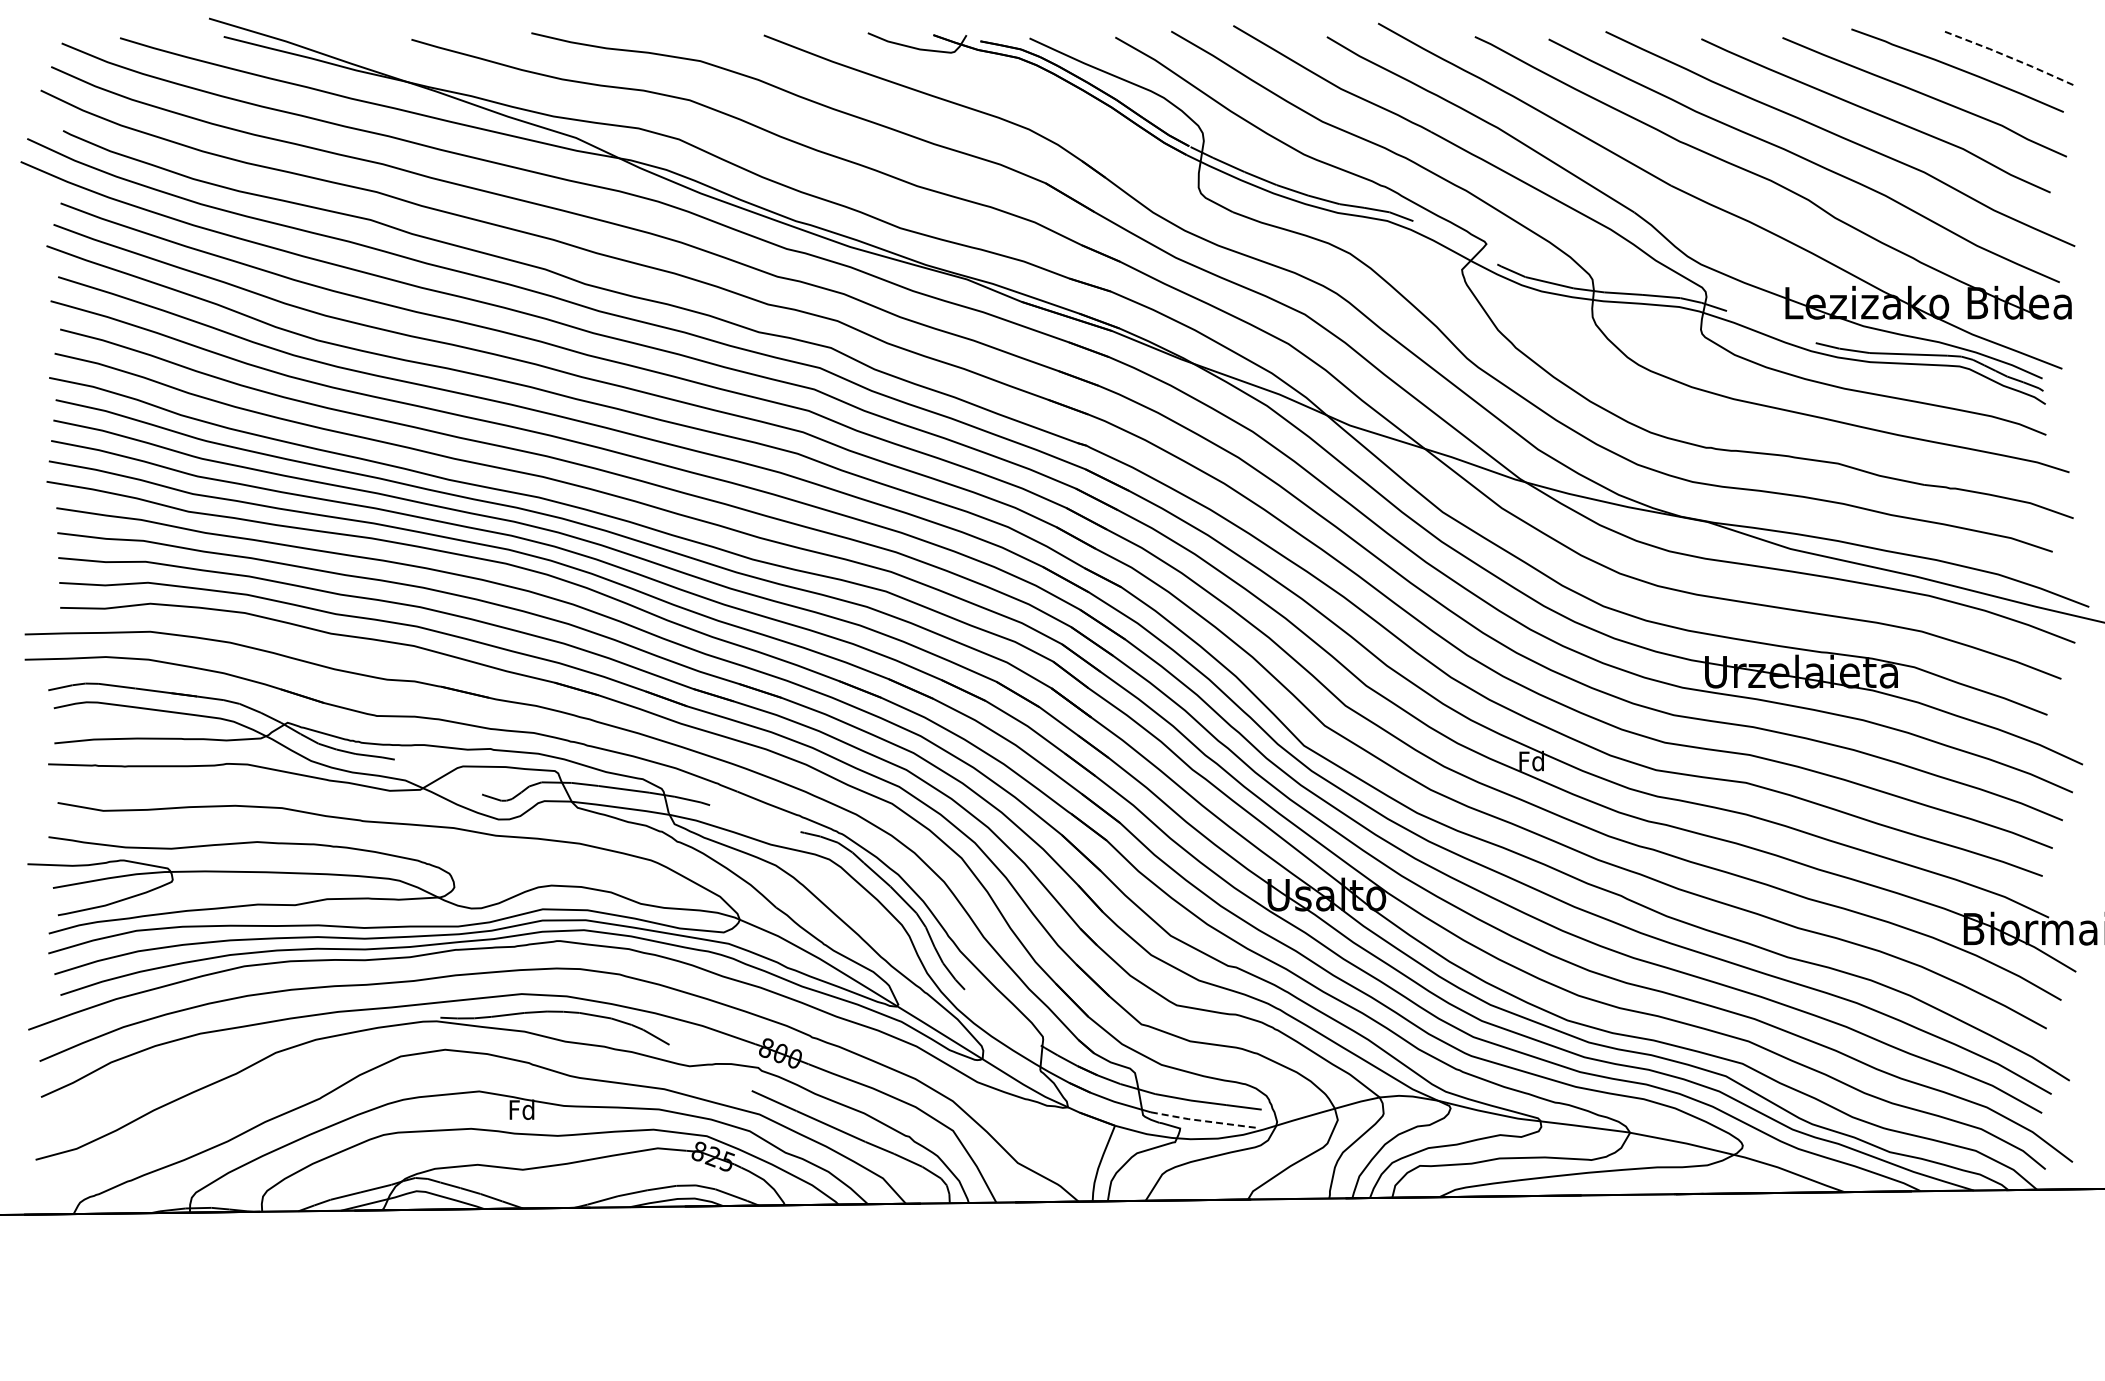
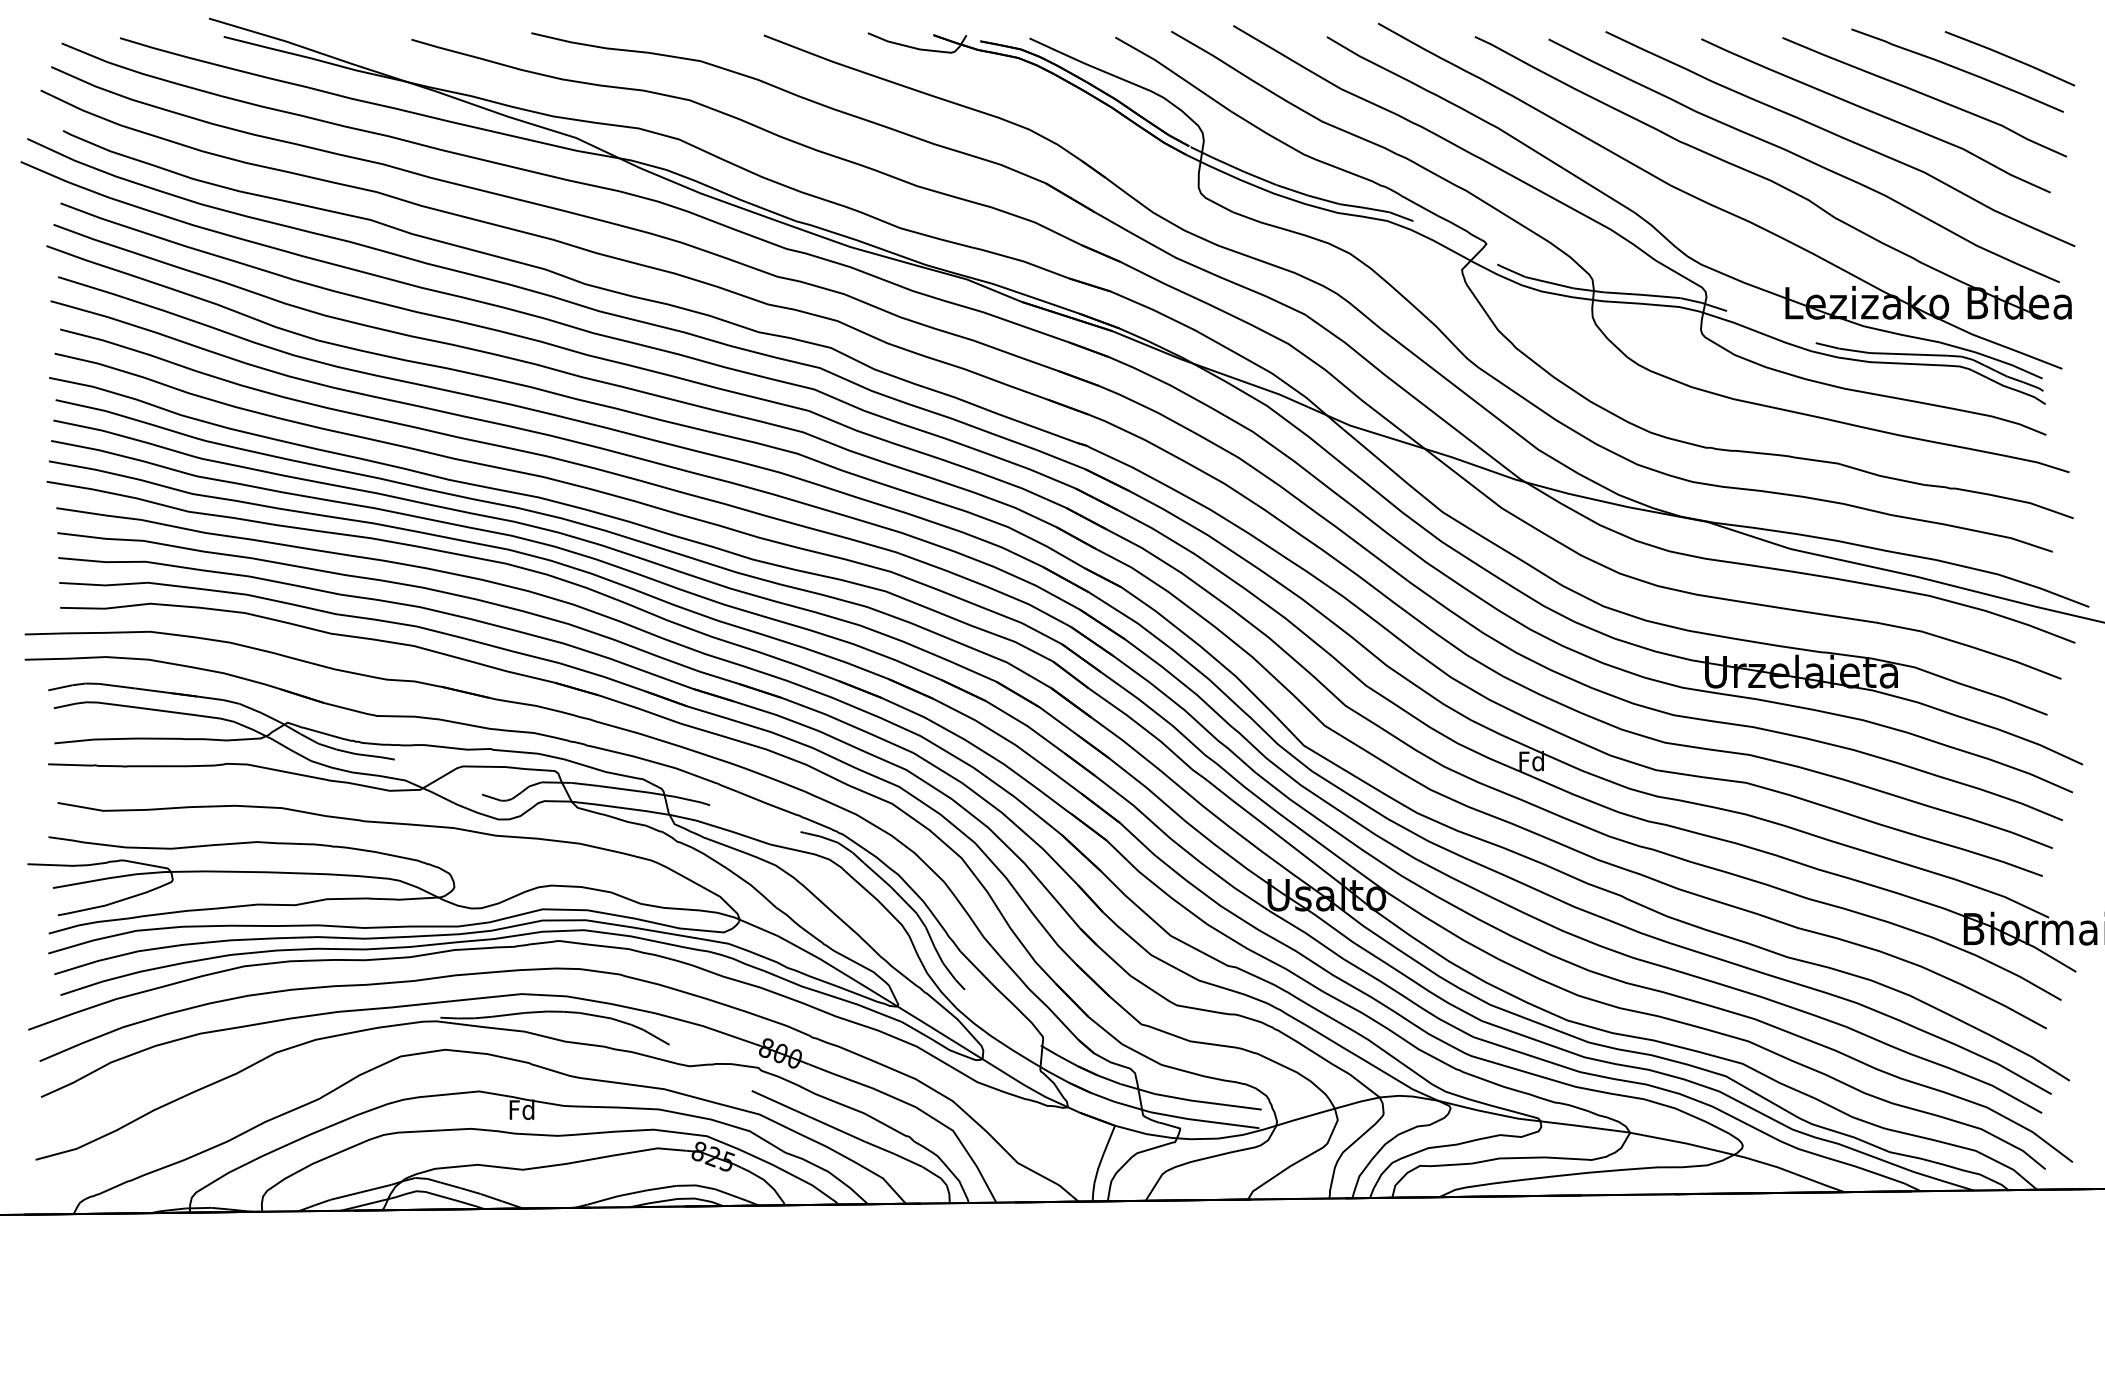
line at (2010, 57): dashed -> solid
line at (1204, 1121): dashed -> solid
